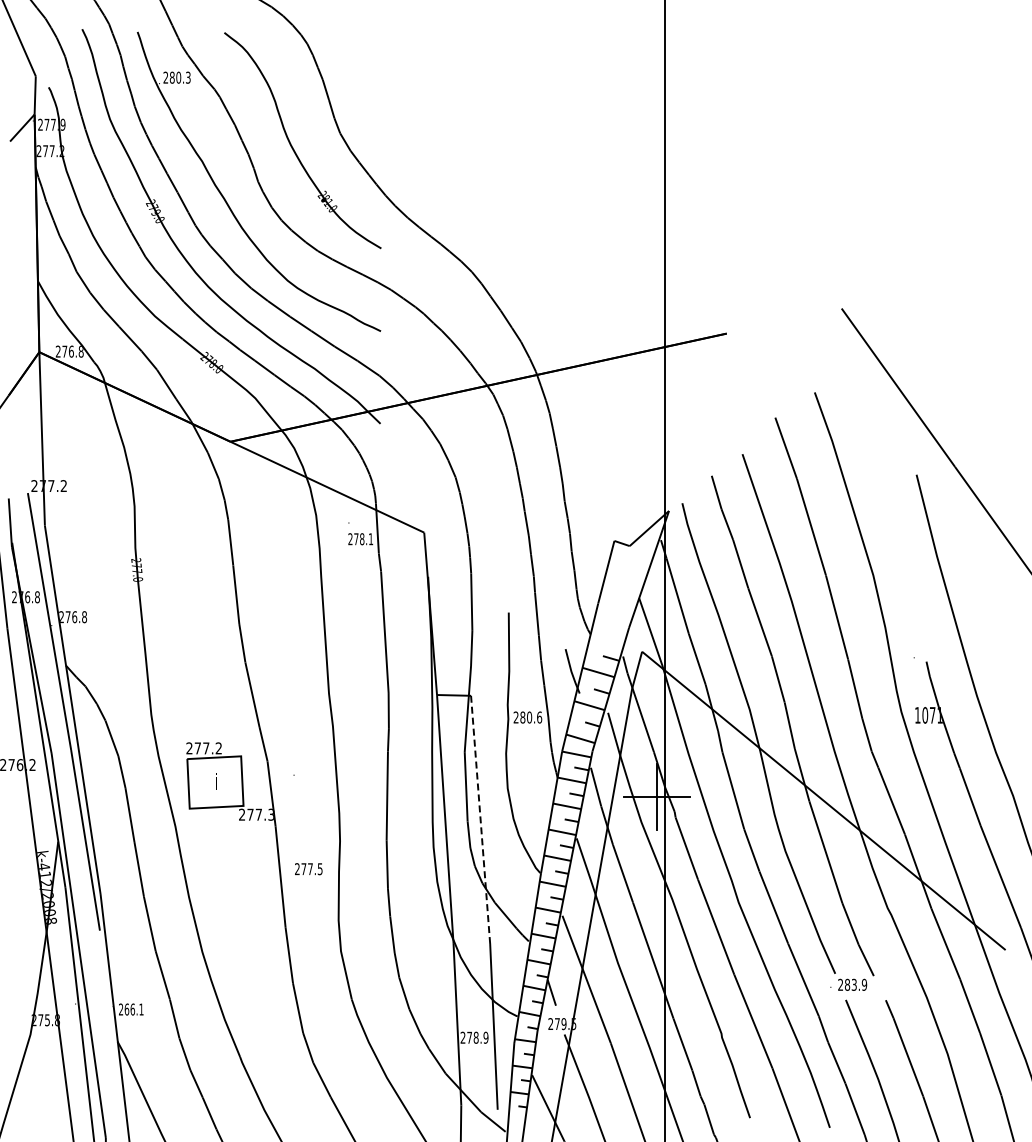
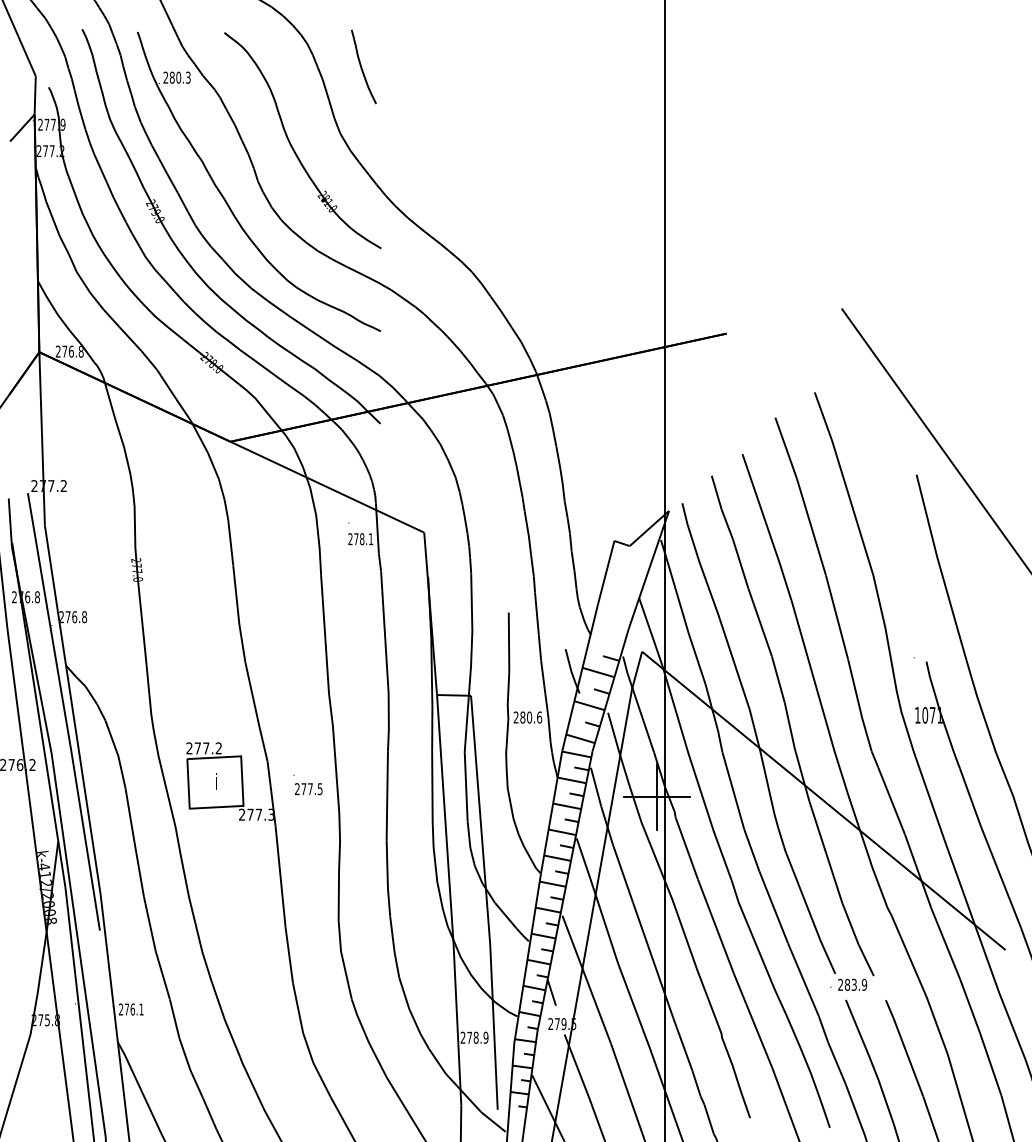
curve at (362, 67): none -> present
line at (480, 819): dashed -> solid
text at (308, 869) position: (308, 869) -> (308, 789)
text at (126, 1009): 266.1 -> 276.1
